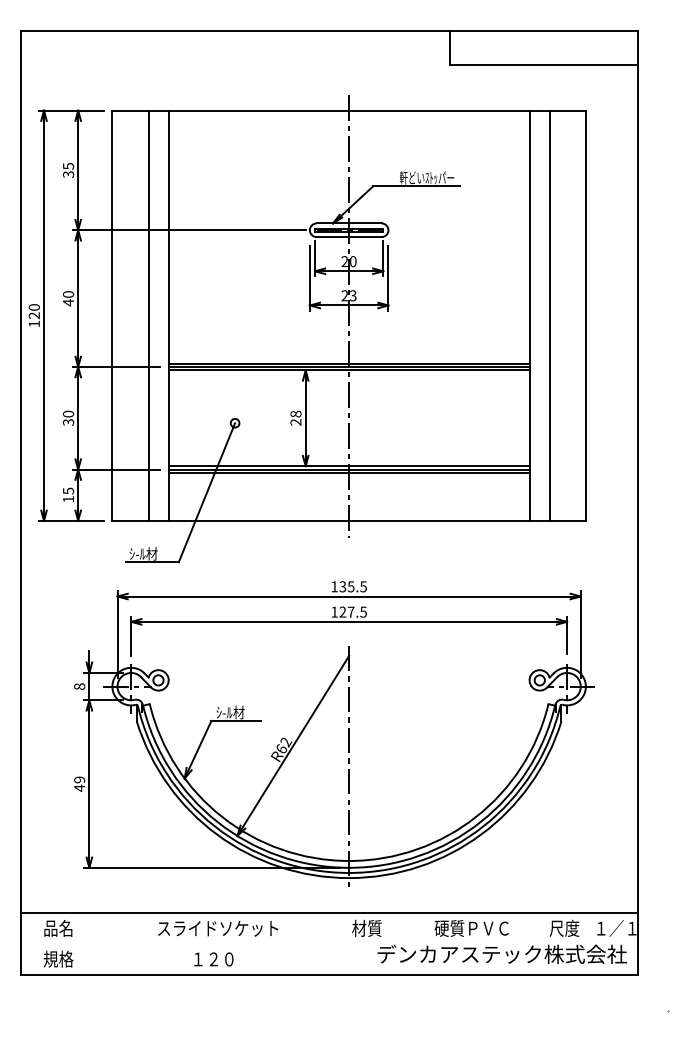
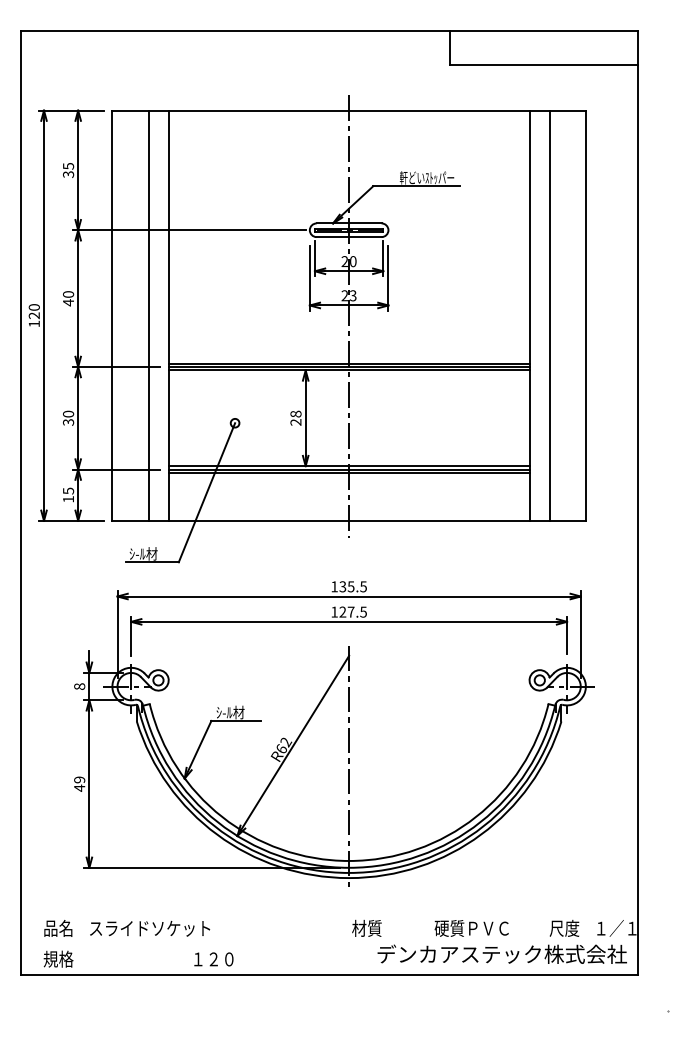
line at (328, 913): present -> none
text at (218, 928) position: (218, 928) -> (150, 928)
